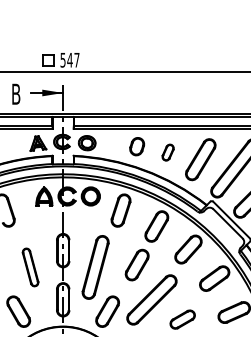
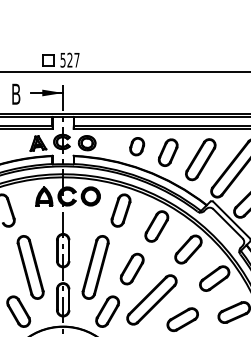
text at (69, 59): 547 -> 527
part at (167, 152) size: 14x19 px -> 22x29 px
part at (136, 264) position: (136, 264) -> (131, 268)
part at (30, 267) size: 19x41 px -> 29x65 px
part at (182, 319) size: 27x21 px -> 33x25 px
